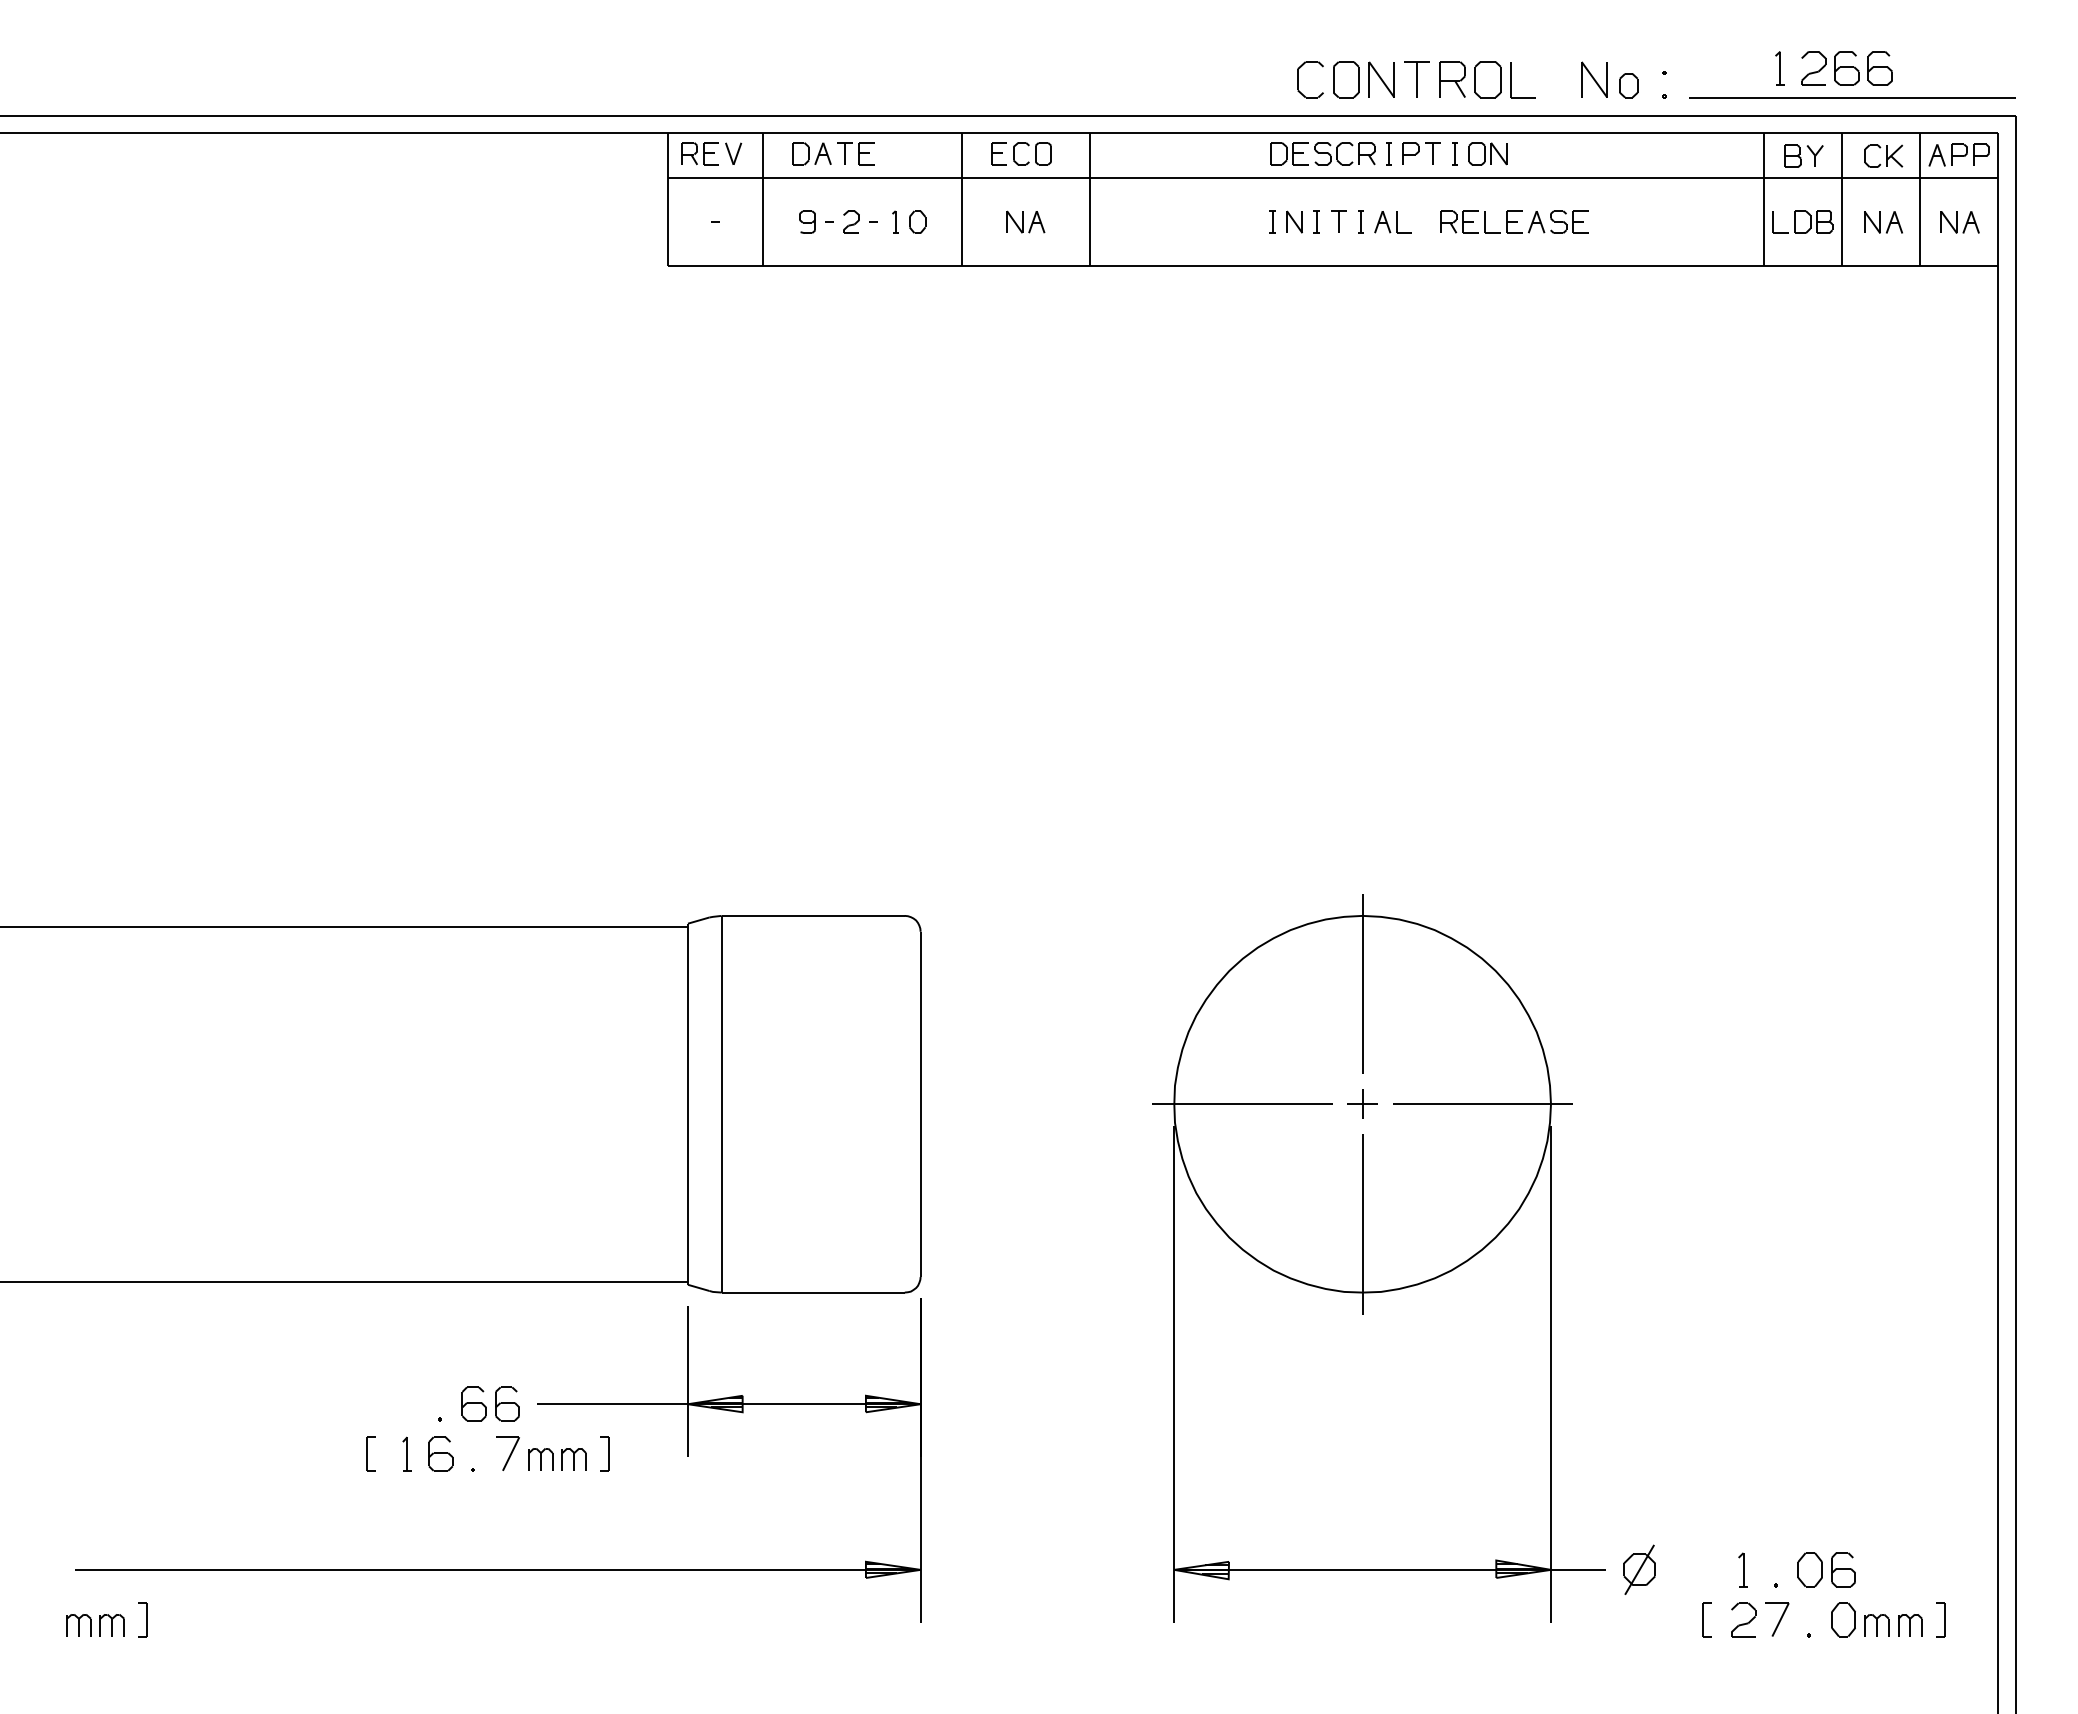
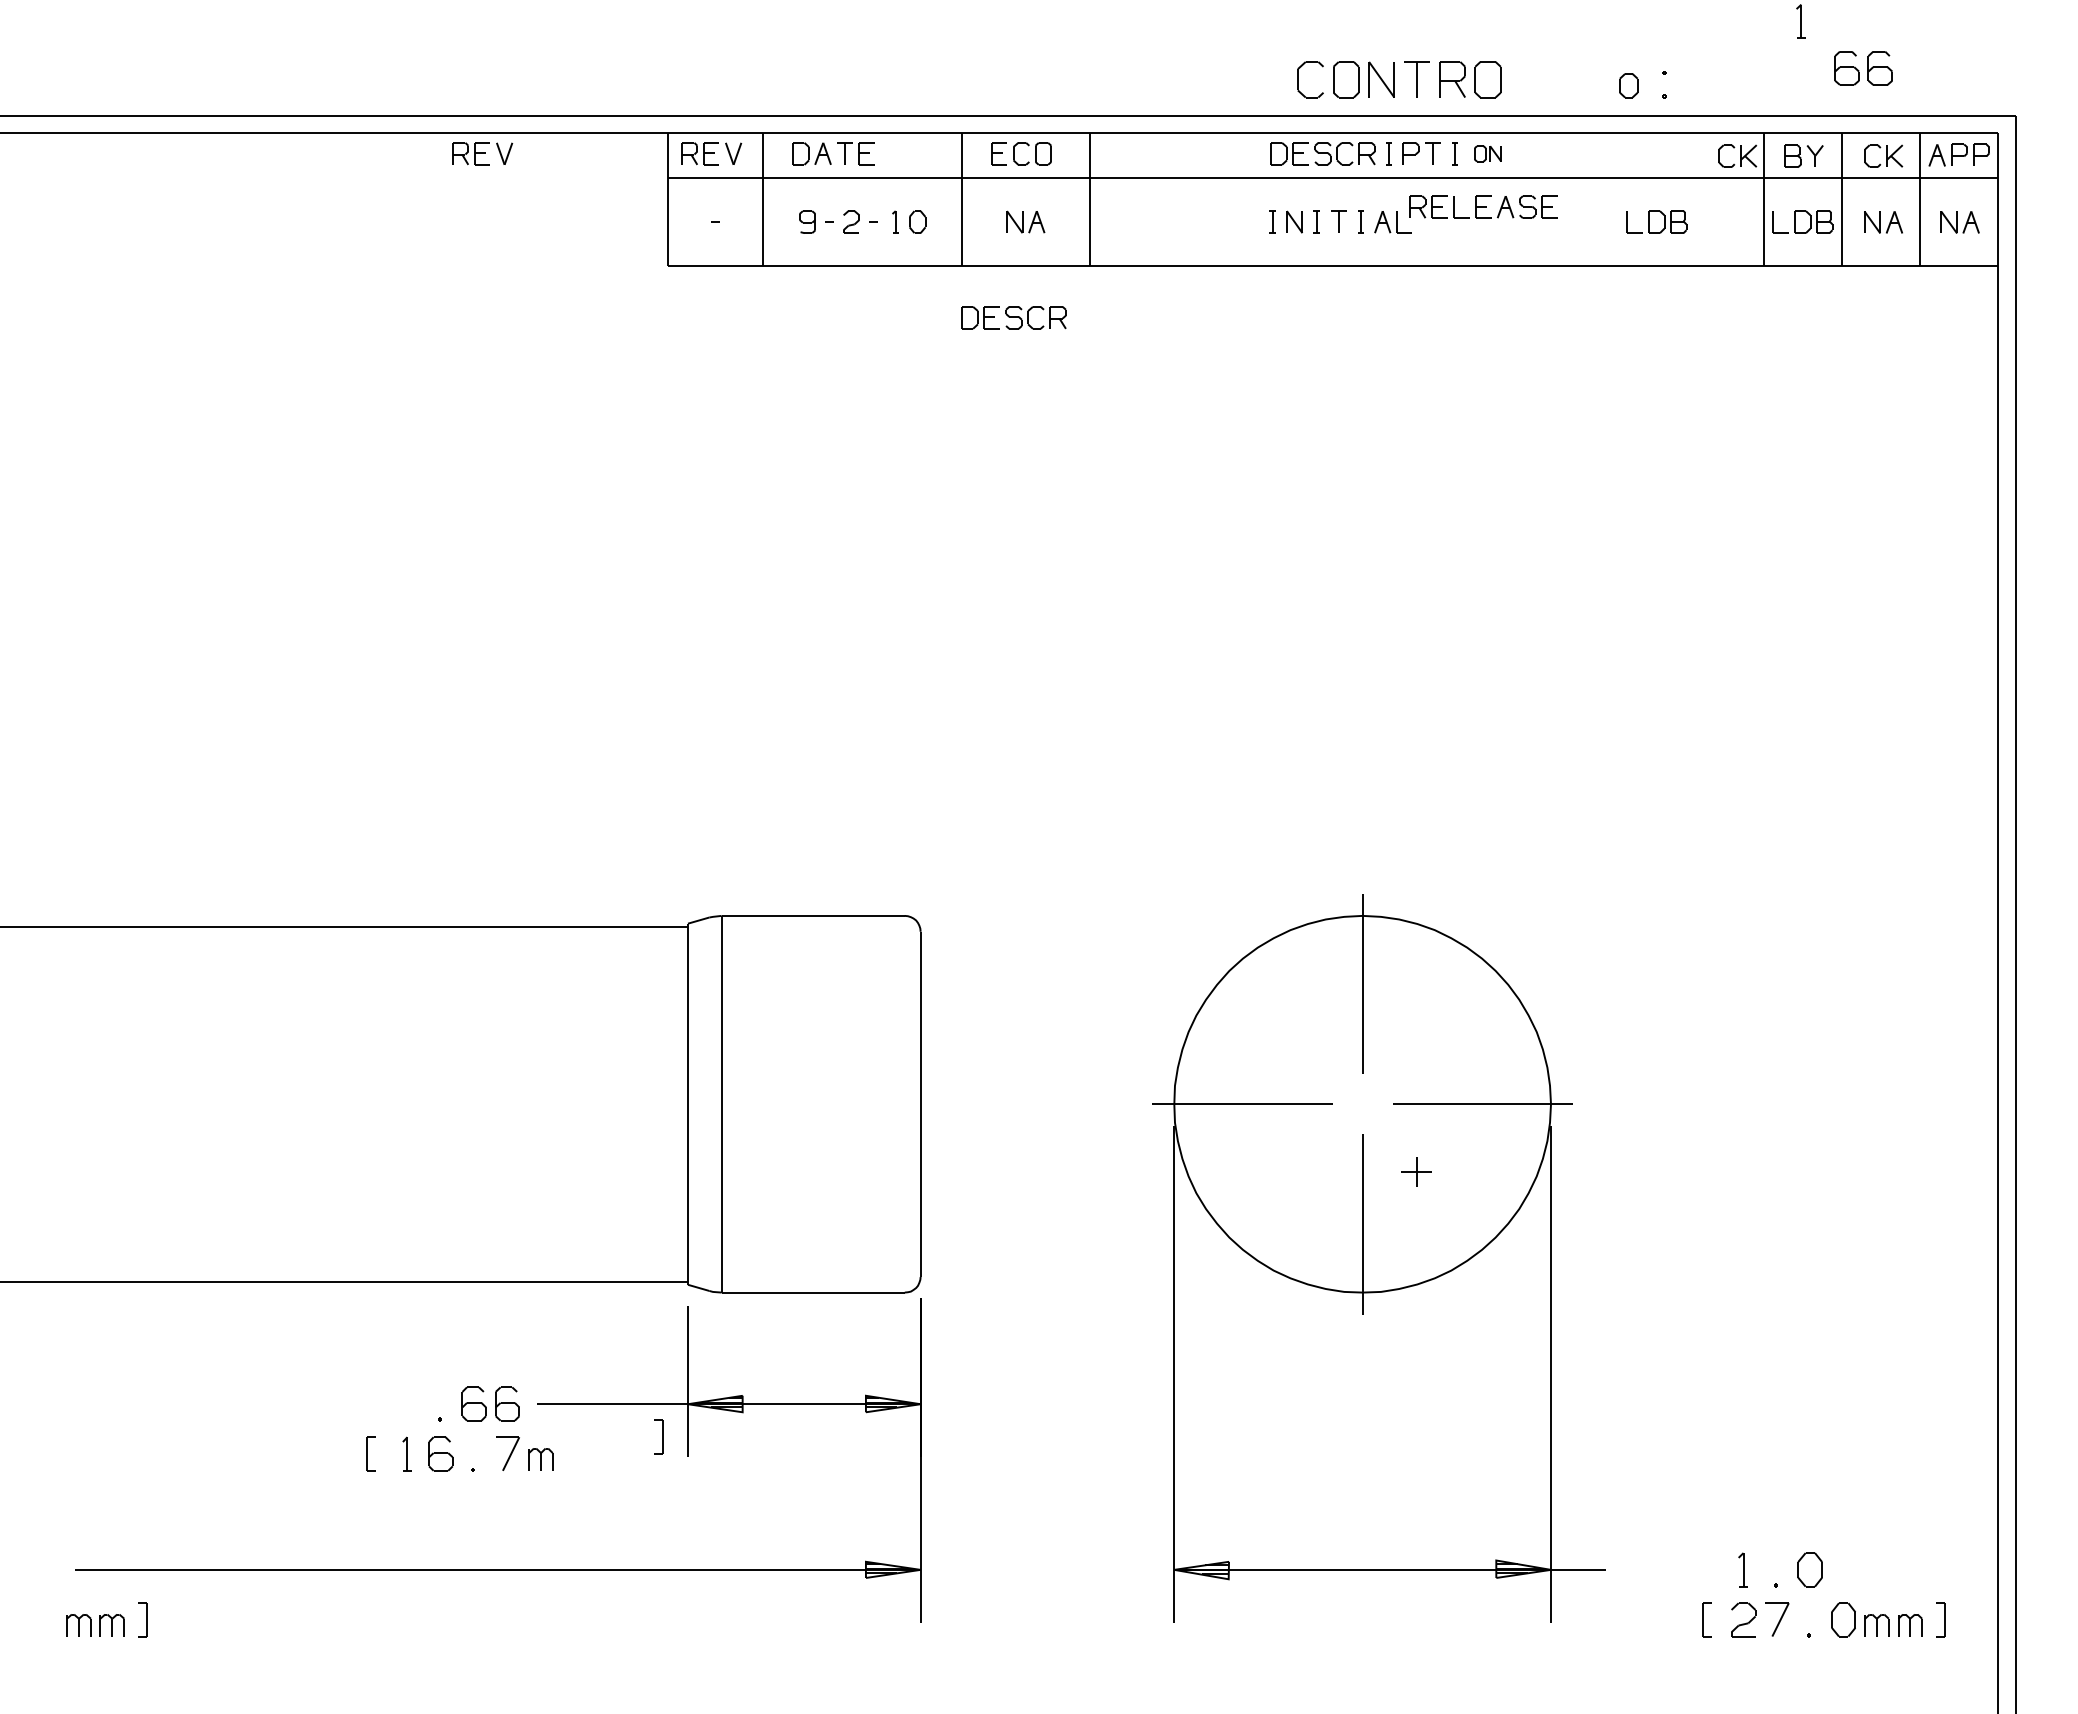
part at (1779, 68) position: (1779, 68) -> (1800, 21)
part at (1813, 68): present -> none
part at (1594, 79): present -> none
part at (1511, 80): present -> none
line at (1852, 97): present -> none
part at (482, 153): none -> present
part at (1487, 153) size: 40x24 px -> 28x18 px
part at (1737, 155): none -> present
part at (1514, 221) position: (1514, 221) -> (1483, 206)
part at (1656, 221): none -> present
part at (1013, 317): none -> present
part at (1362, 1103) position: (1362, 1103) -> (1416, 1171)
part at (604, 1453) position: (604, 1453) -> (658, 1436)
part at (573, 1459): present -> none
part at (1639, 1569): present -> none
part at (1843, 1569): present -> none
